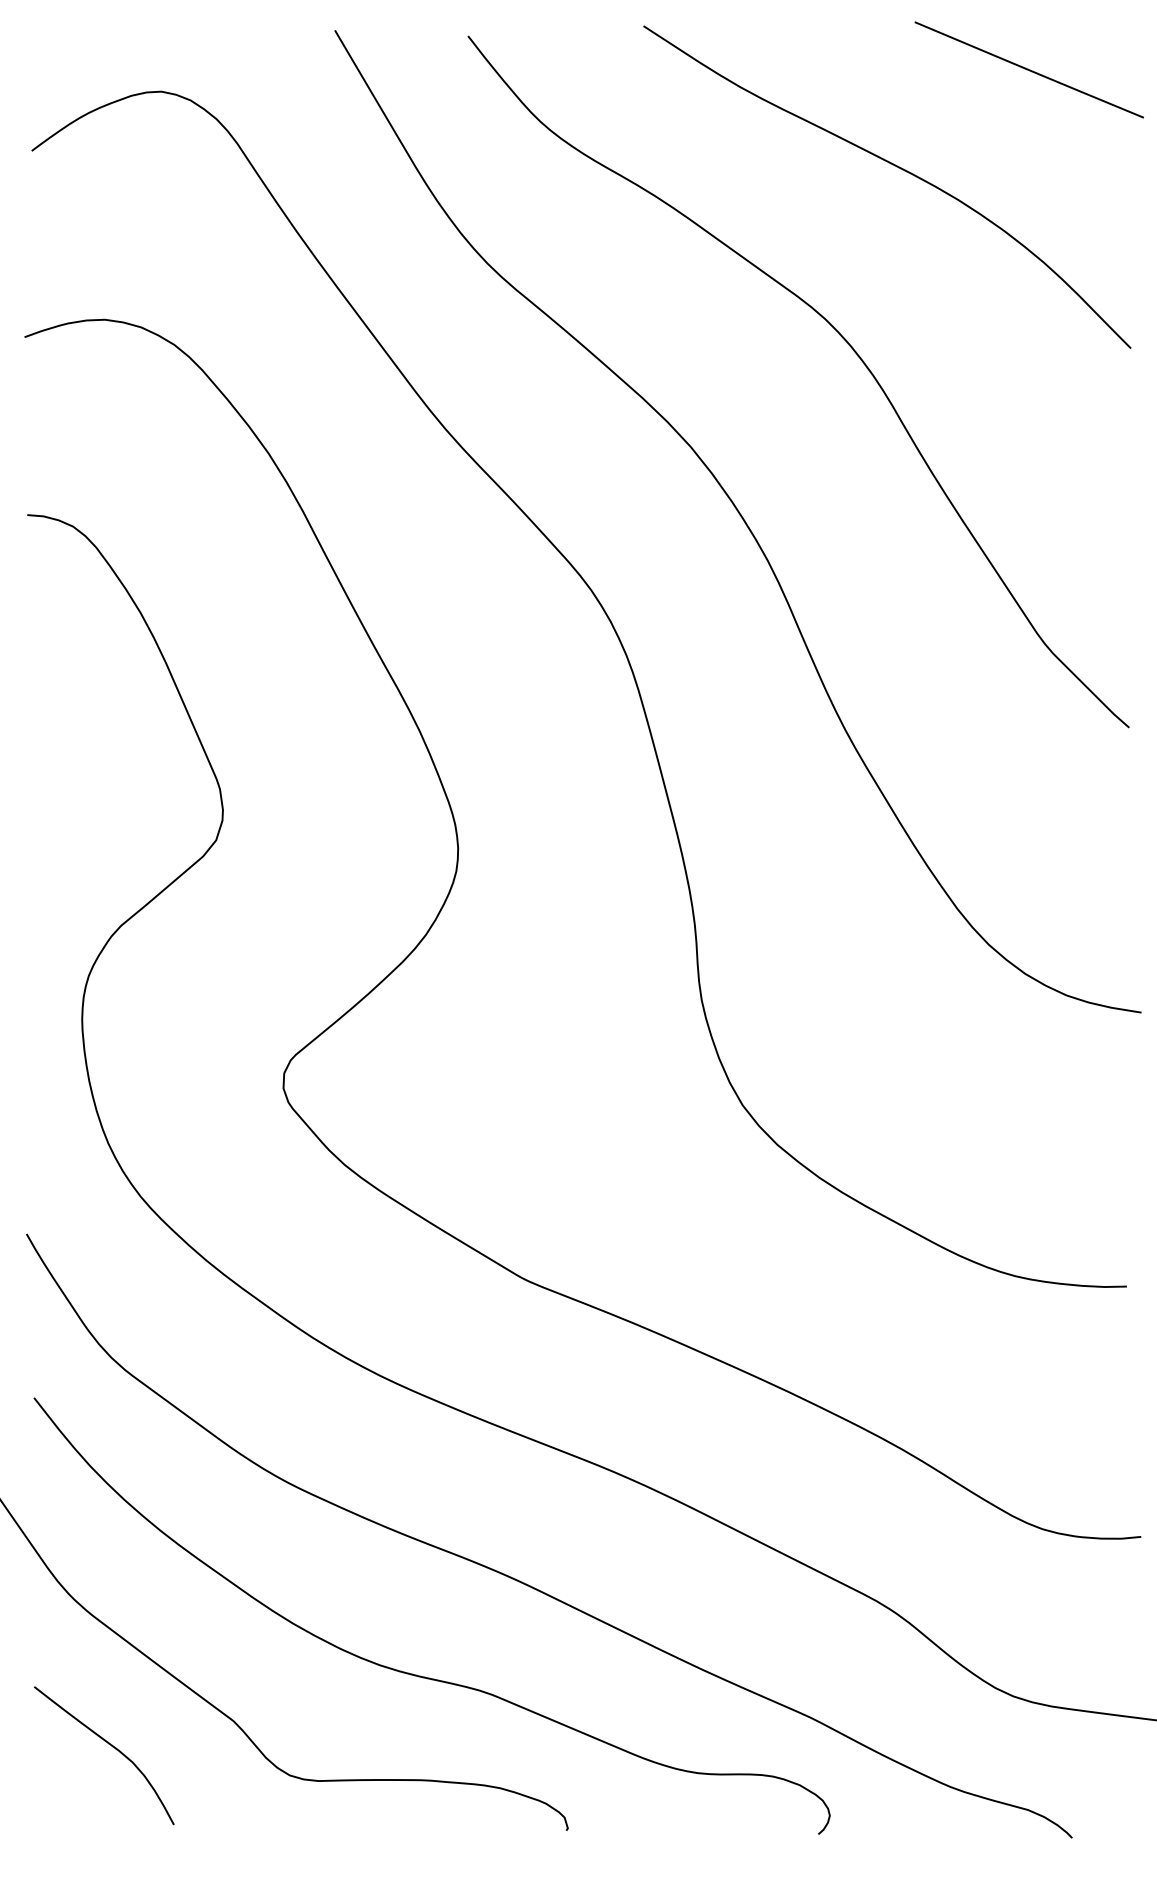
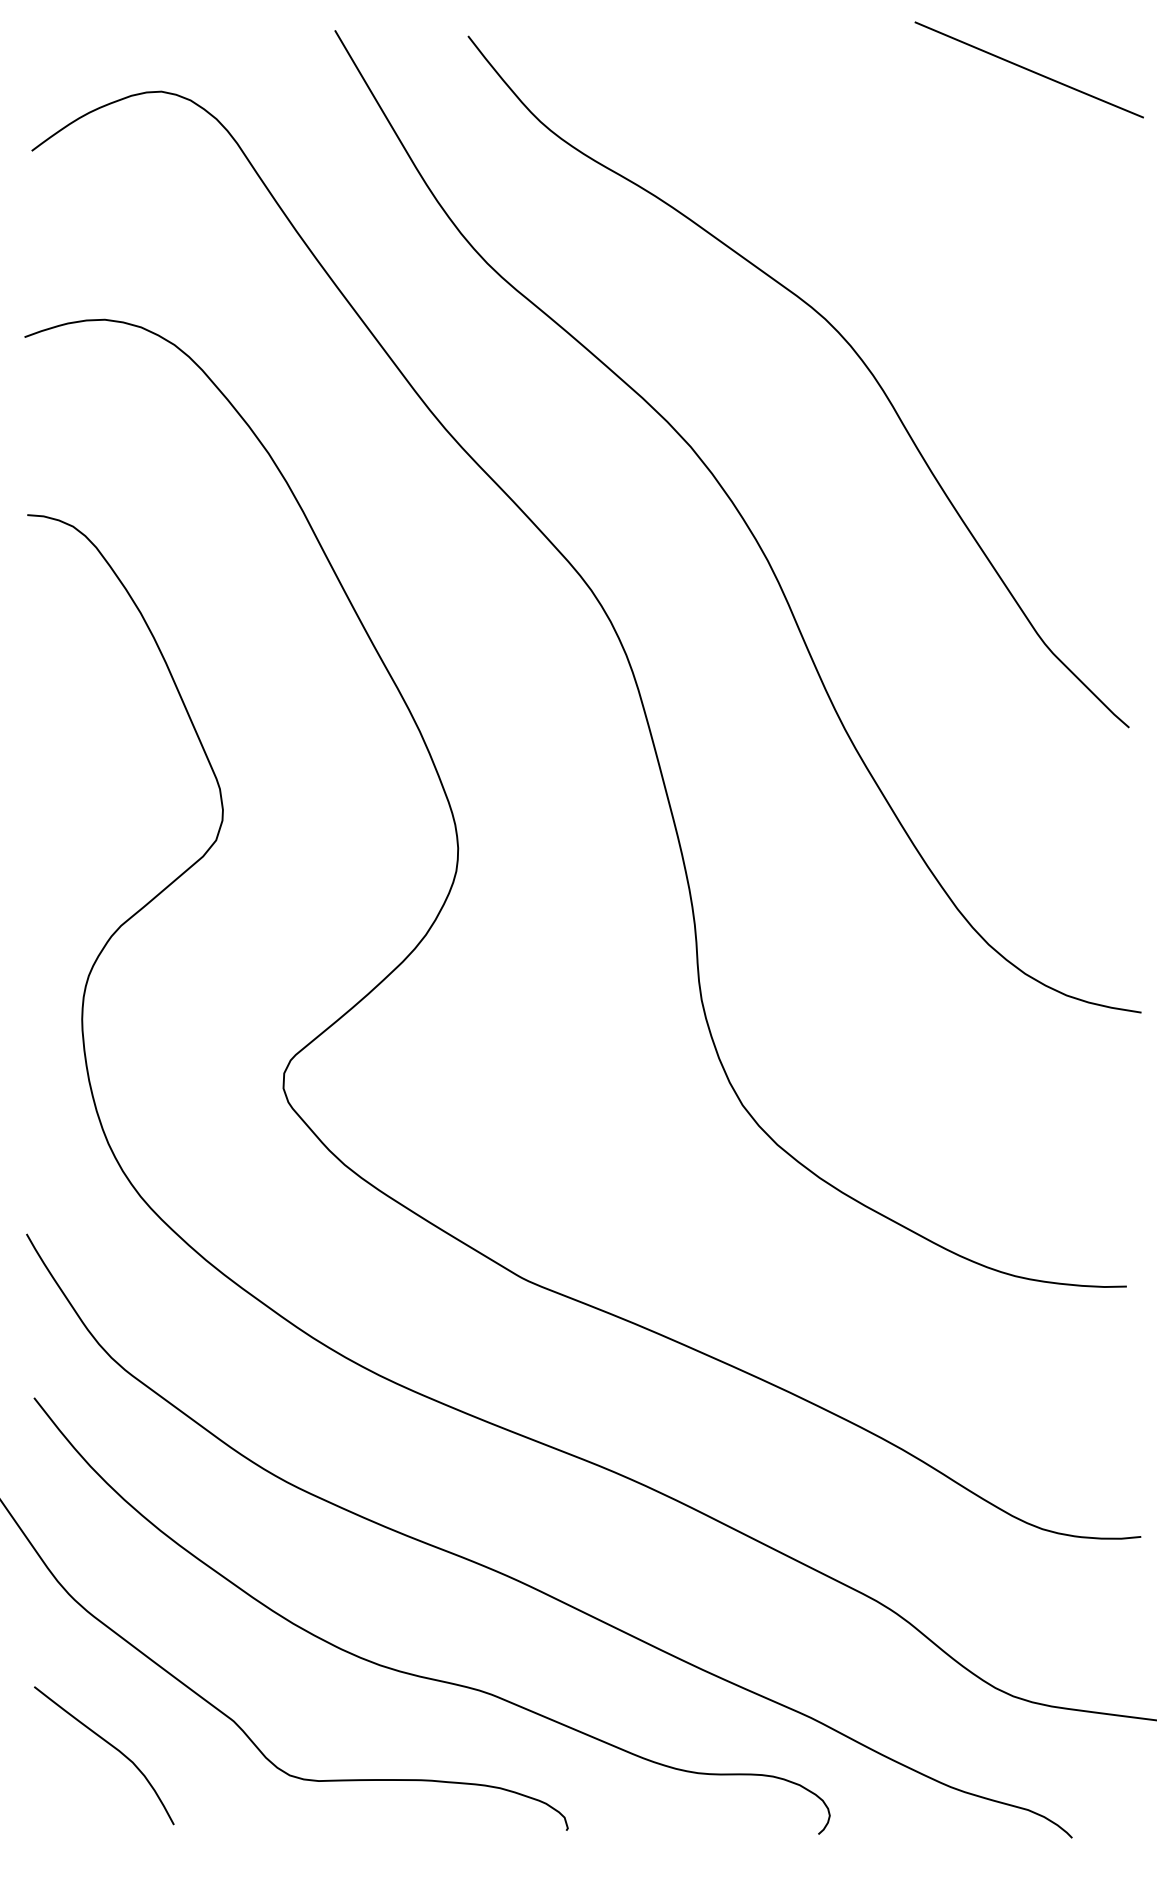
curve at (896, 167): present -> none
